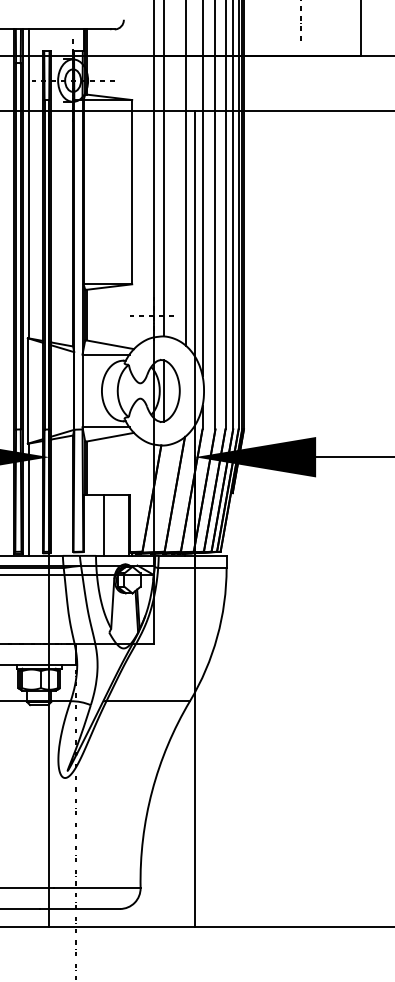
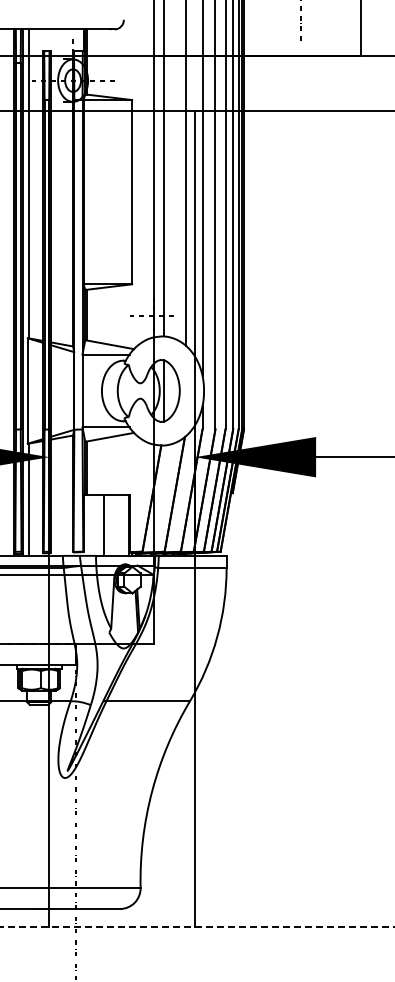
line at (197, 927): solid -> dashed
